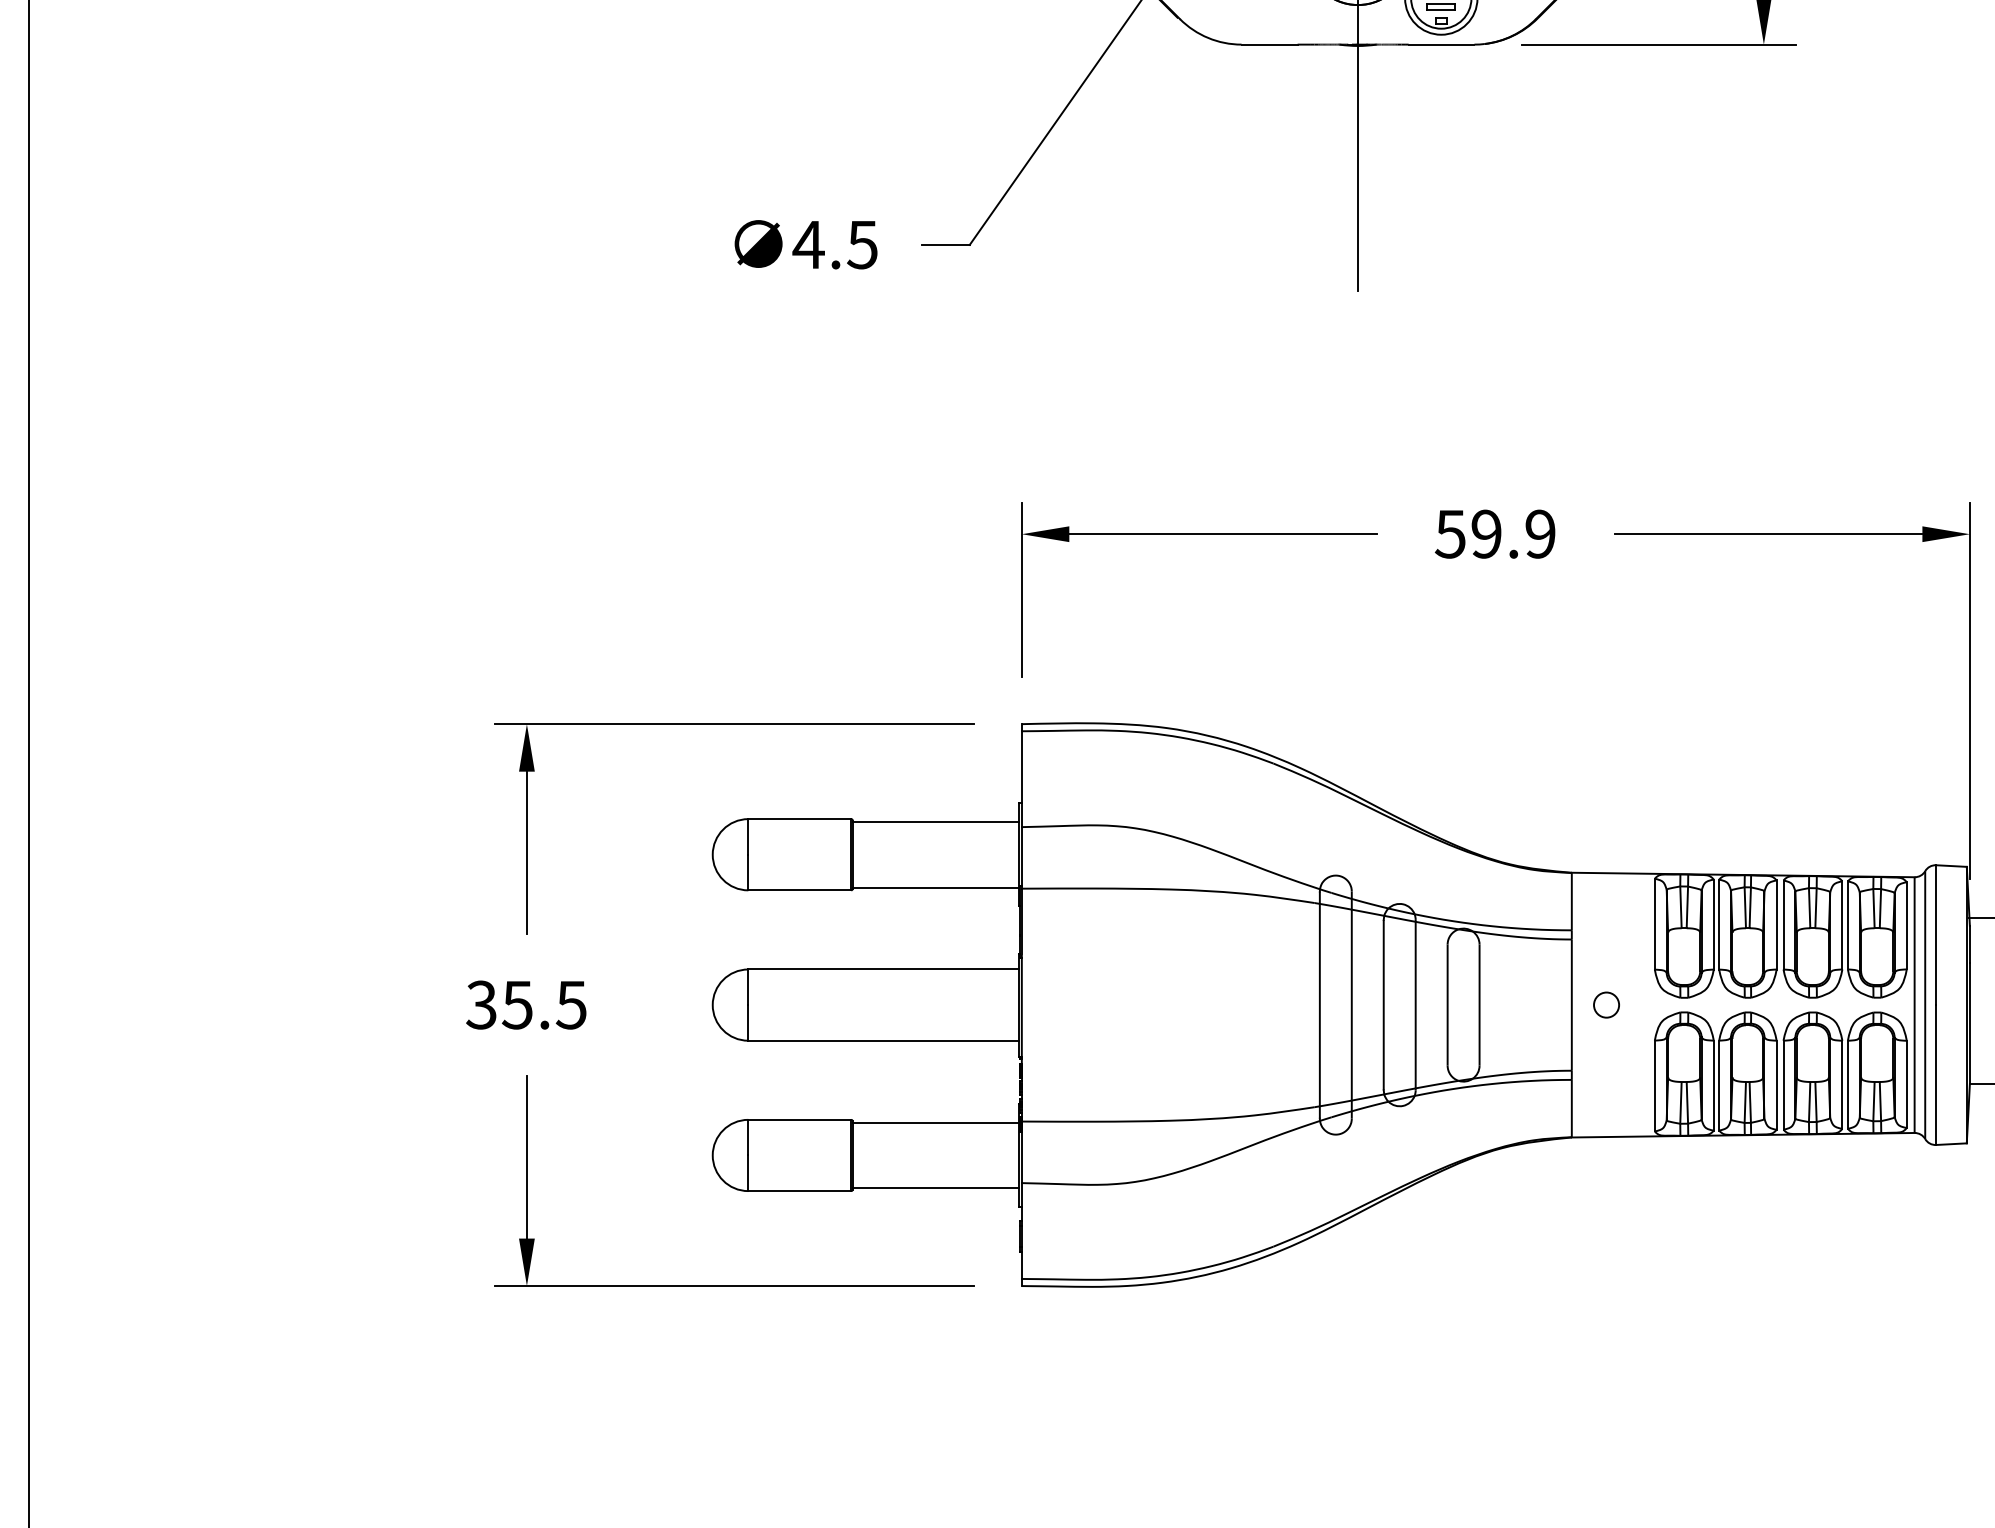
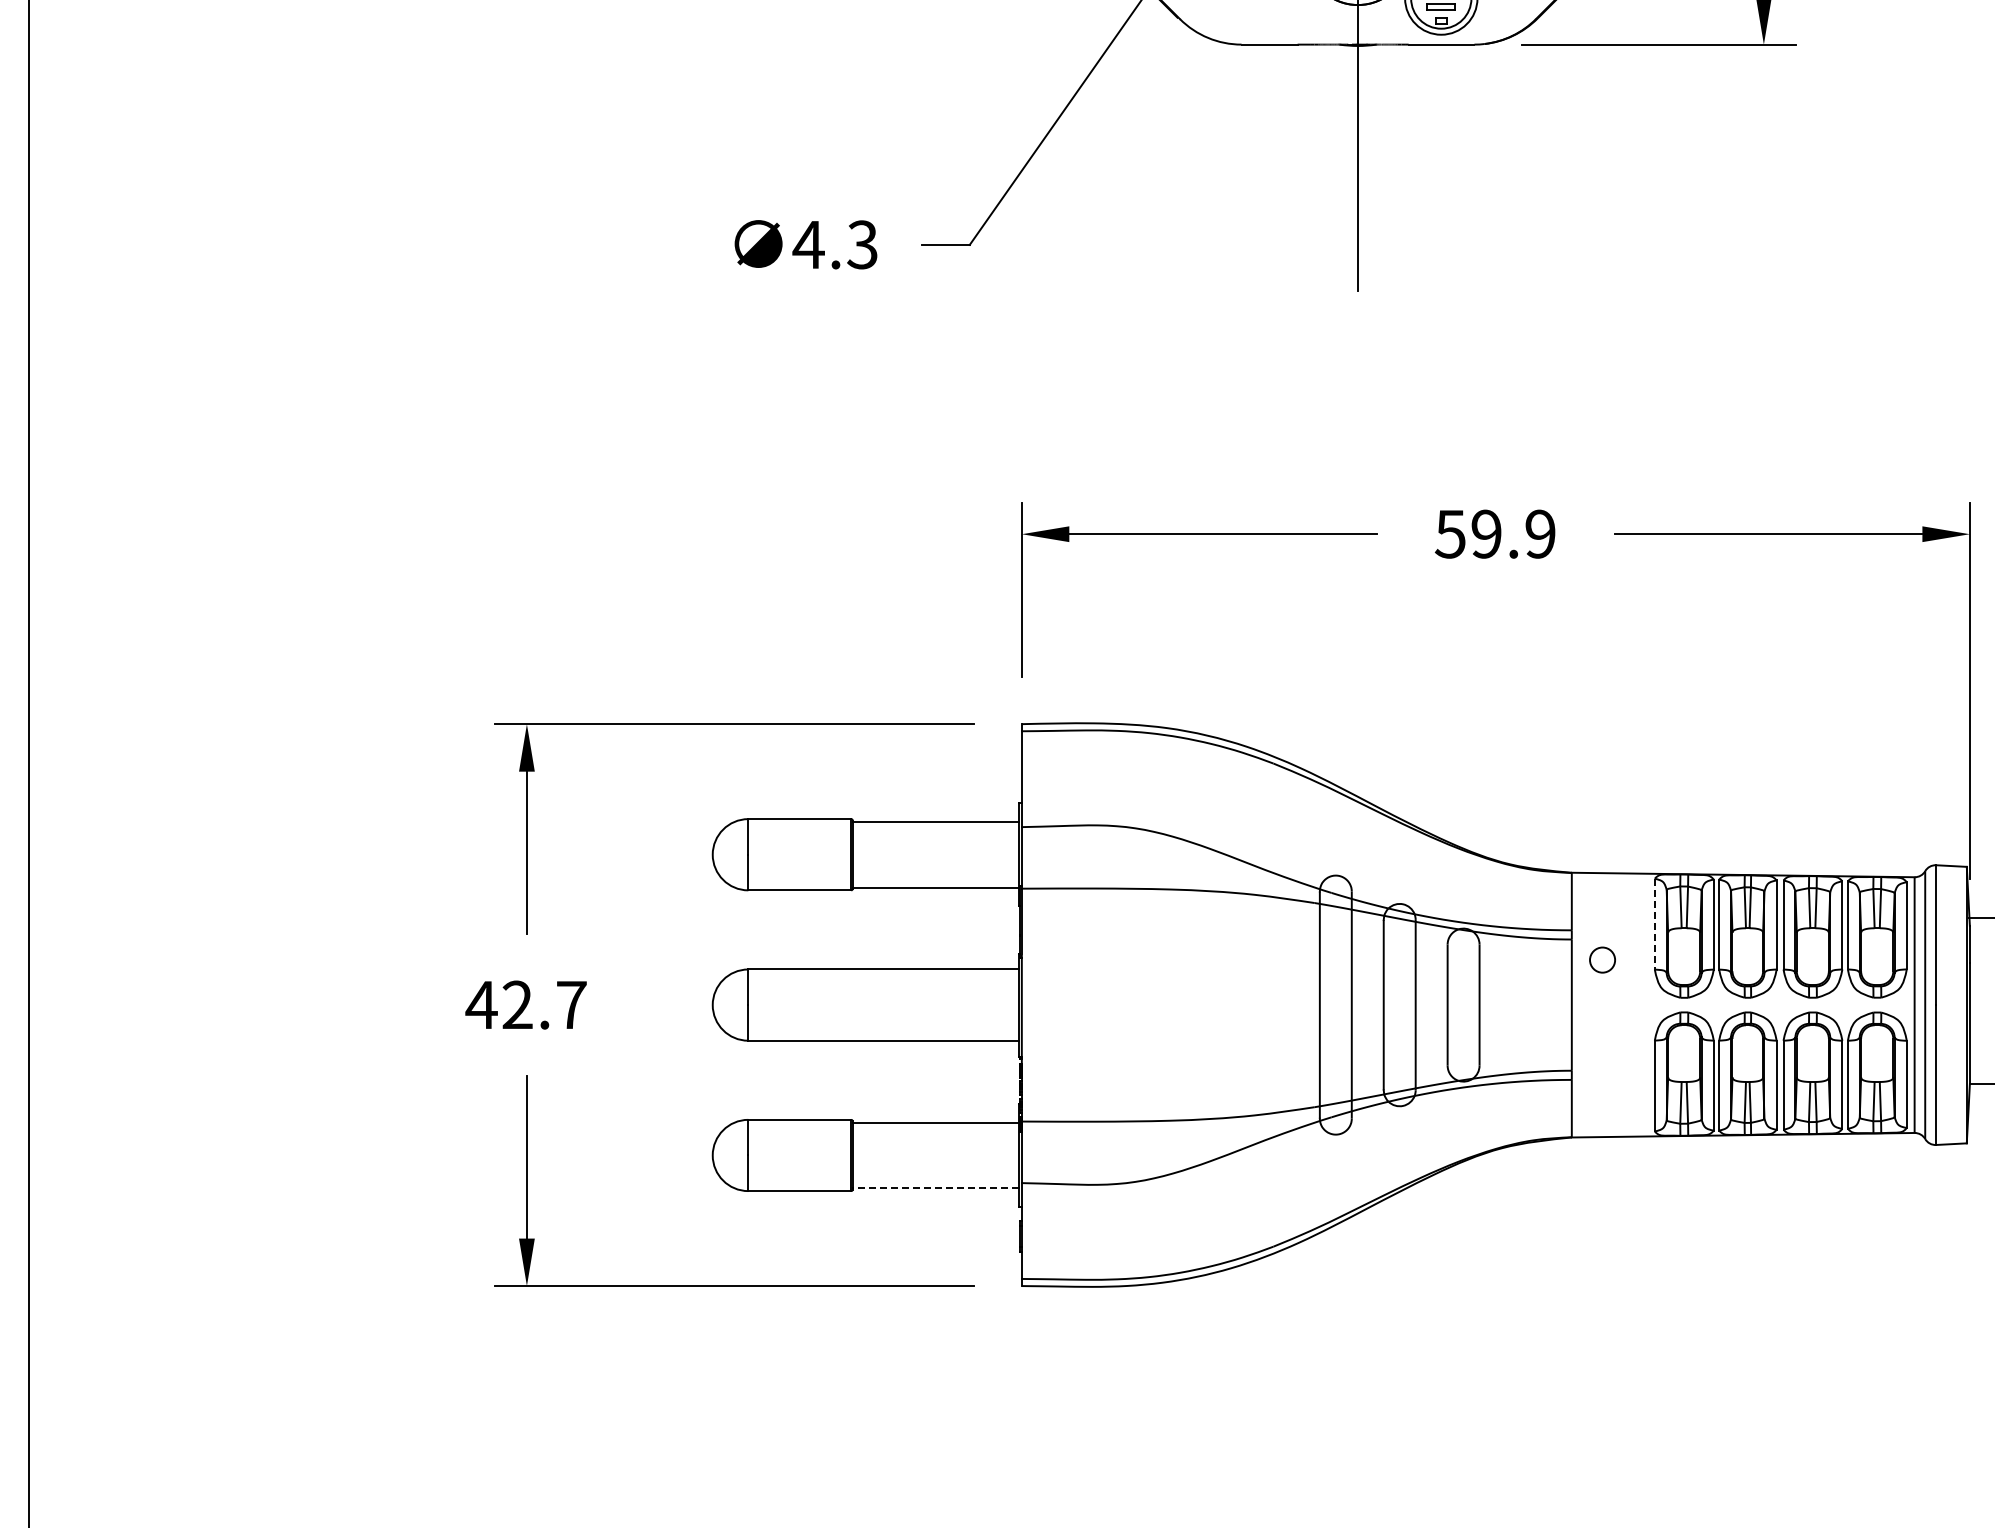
text at (862, 244): 4.5 -> 4.3
line at (1654, 924): solid -> dashed
text at (525, 1004): 35.5 -> 42.7
circle at (1606, 1004) position: (1606, 1004) -> (1602, 959)
line at (935, 1188): solid -> dashed
